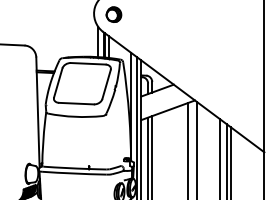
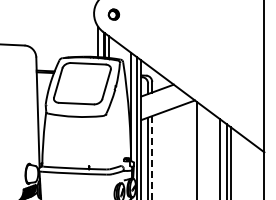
part at (113, 14) size: 18x17 px -> 14x13 px
line at (187, 149): present -> none
line at (152, 157): solid -> dashed
